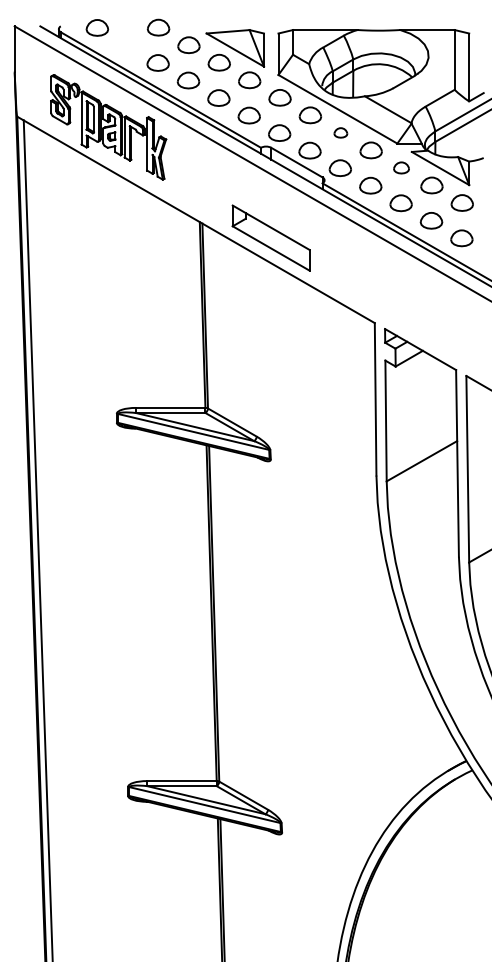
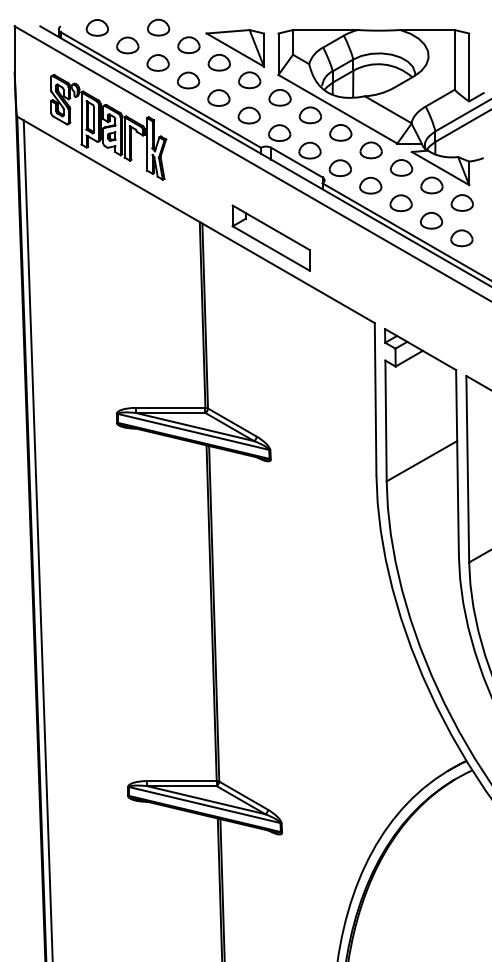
part at (127, 45): none -> present
part at (340, 132) size: 16x12 px -> 24x18 px
part at (401, 167) size: 17x14 px -> 25x18 px
